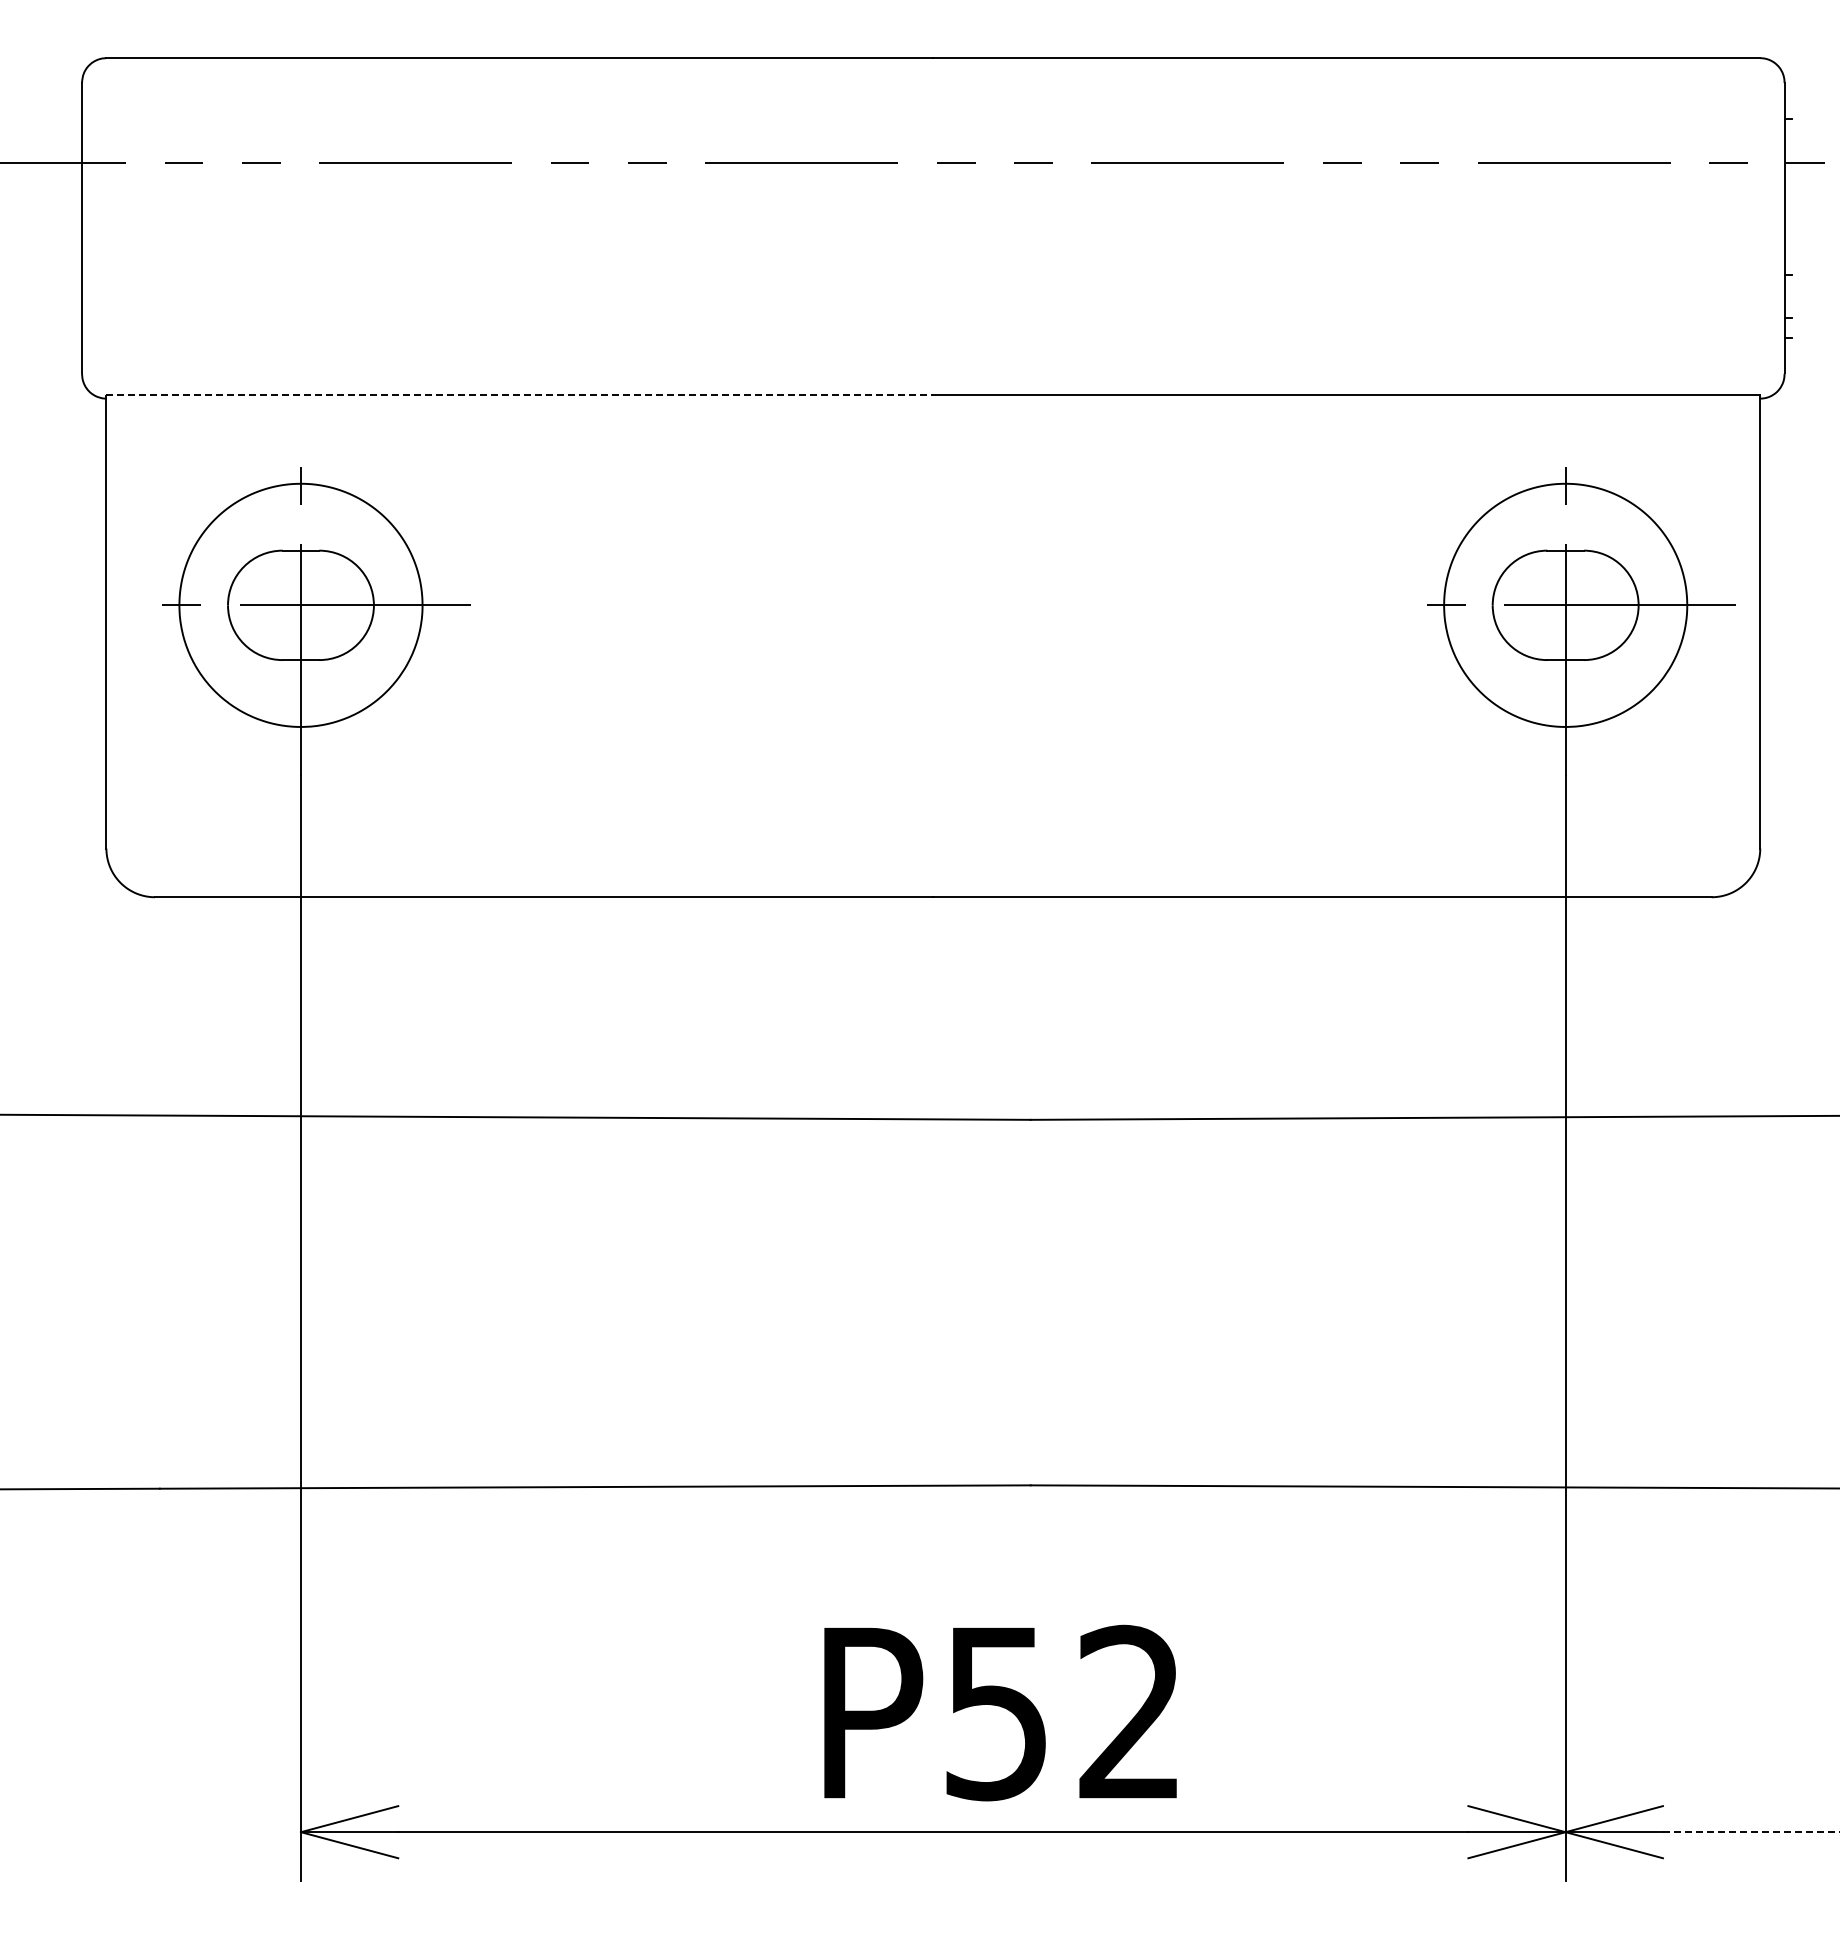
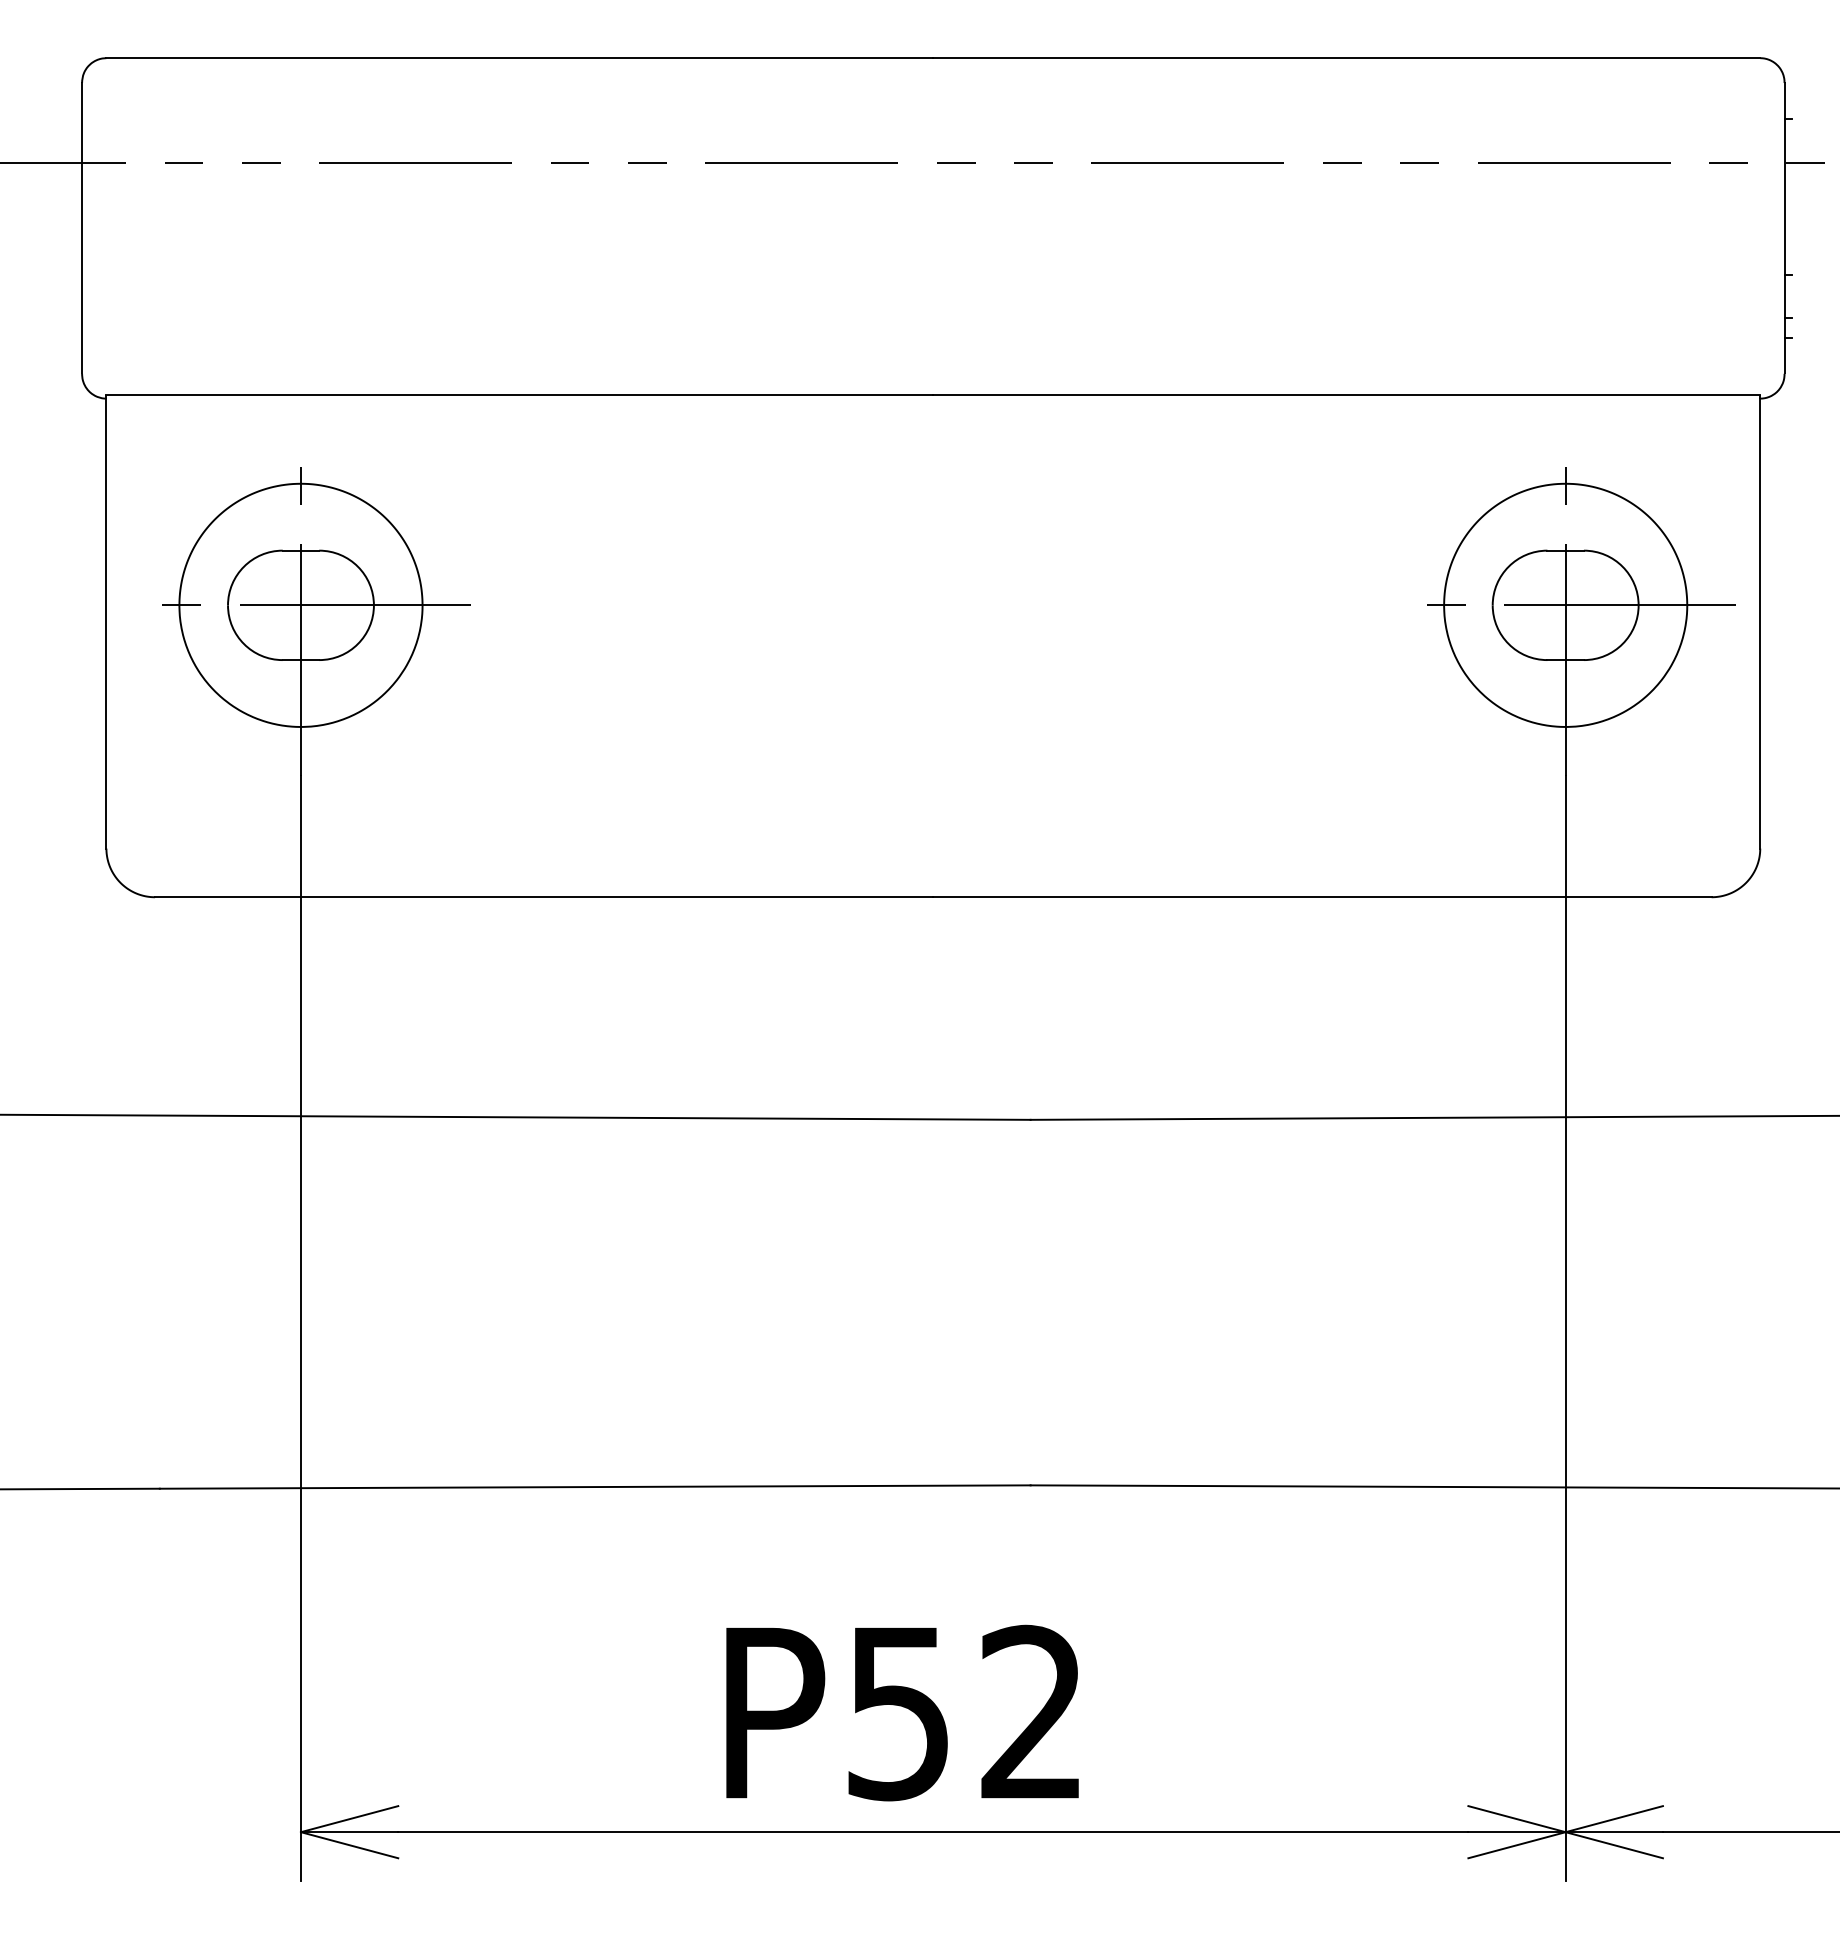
line at (520, 395): dashed -> solid
text at (1000, 1712) position: (1000, 1712) -> (902, 1712)
line at (1751, 1832): dashed -> solid
